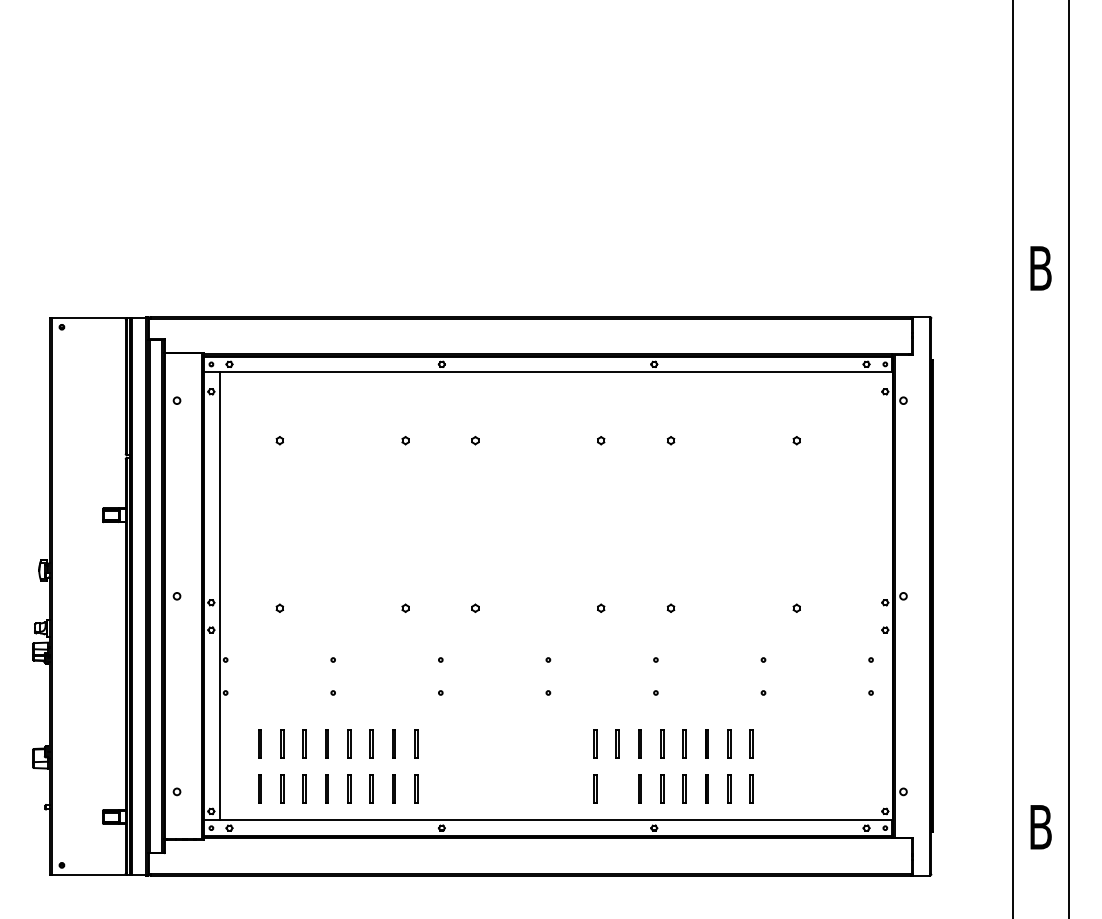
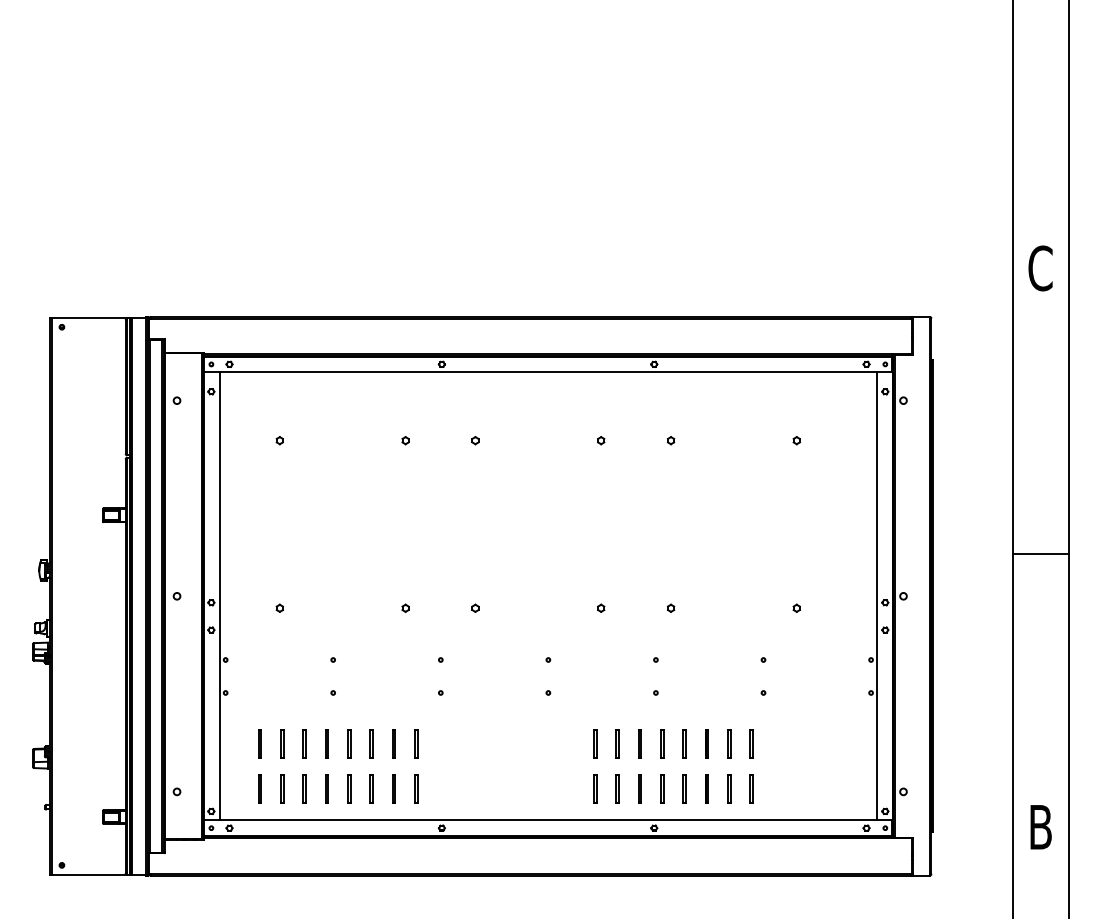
text at (1040, 268): B -> C
line at (1040, 554): none -> present
line at (877, 596): none -> present
line at (616, 788): none -> present
